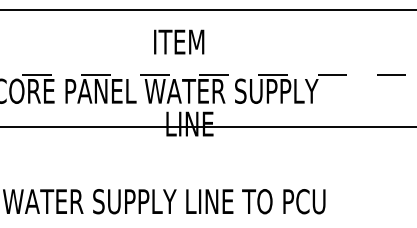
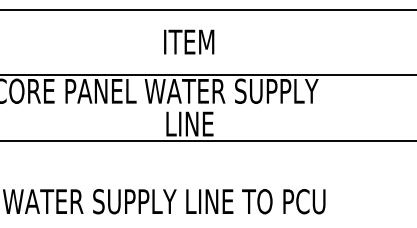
text at (179, 41) position: (179, 41) -> (189, 41)
line at (208, 74): dashed -> solid
line at (207, 126) position: (207, 126) -> (207, 140)
